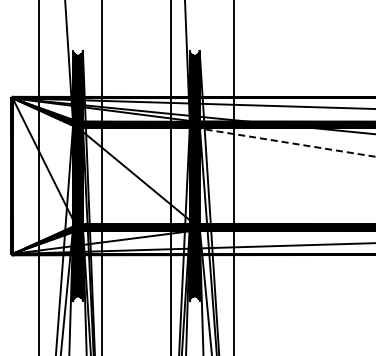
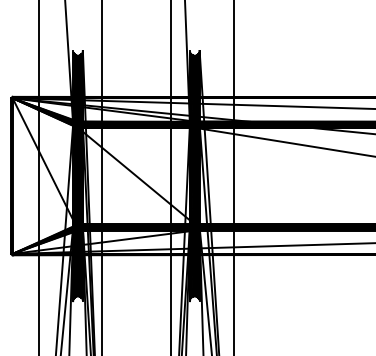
line at (285, 142): dashed -> solid
